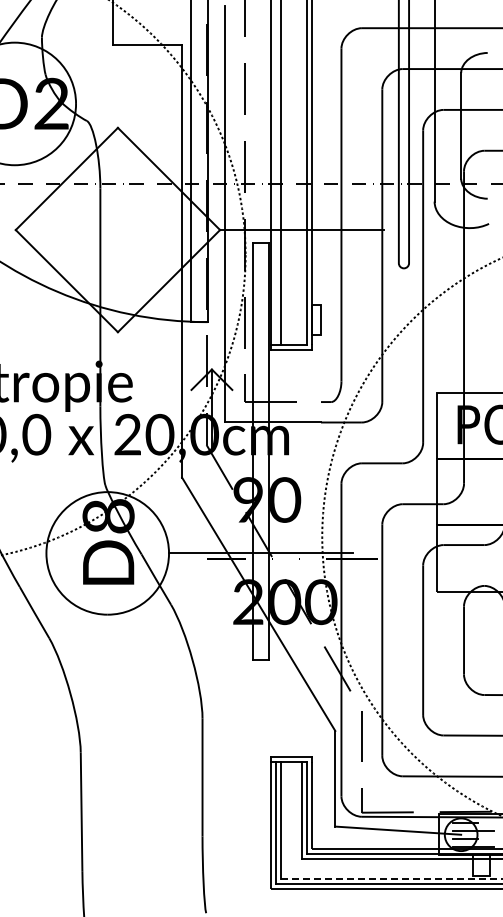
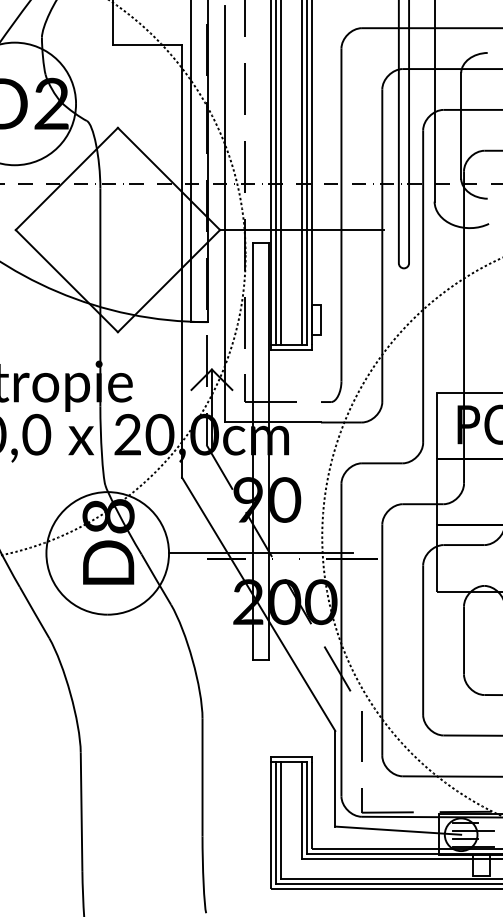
line at (276, 173): none -> present
line at (301, 173): none -> present
line at (392, 879): dashed -> solid
